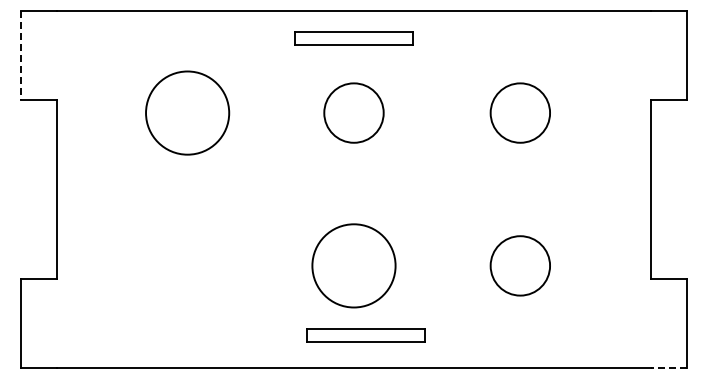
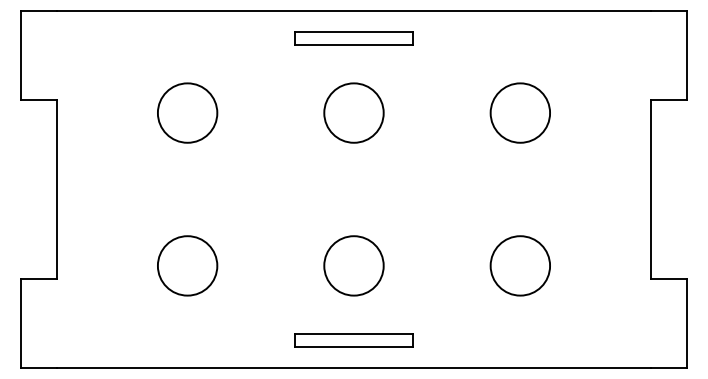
line at (21, 55): dashed -> solid
circle at (187, 112) diameter: 83 px -> 59 px
circle at (187, 265): none -> present
circle at (353, 265) diameter: 83 px -> 59 px
part at (365, 335) position: (365, 335) -> (353, 340)
line at (668, 367): dashed -> solid
